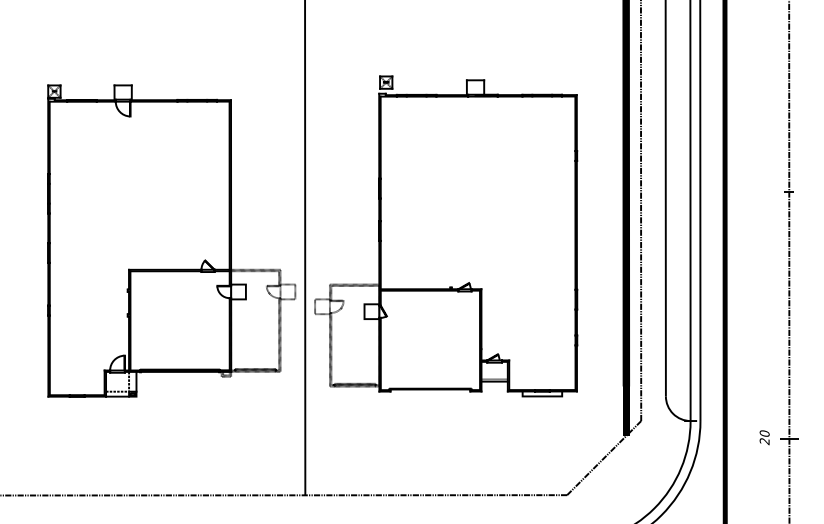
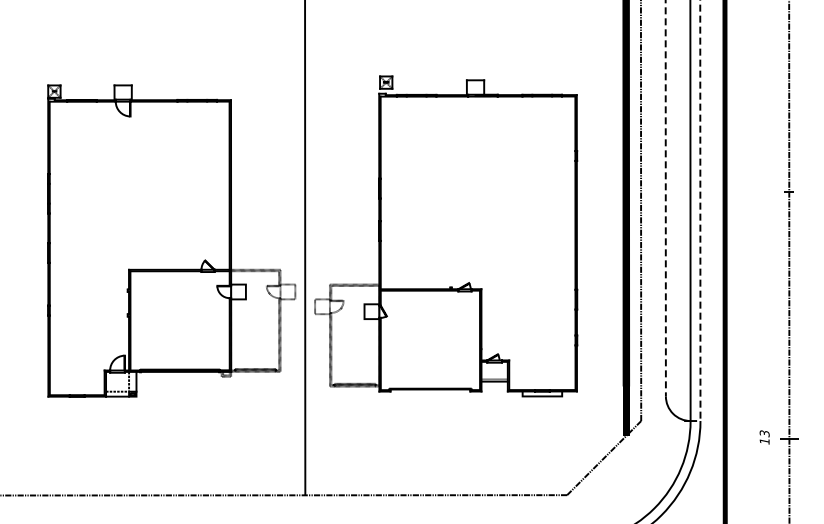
line at (665, 198): solid -> dashed
line at (700, 211): solid -> dashed
text at (764, 437): 20 -> 13
